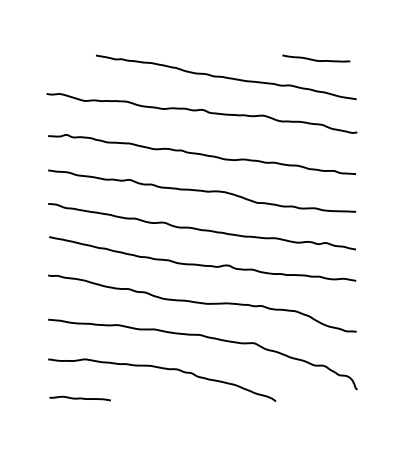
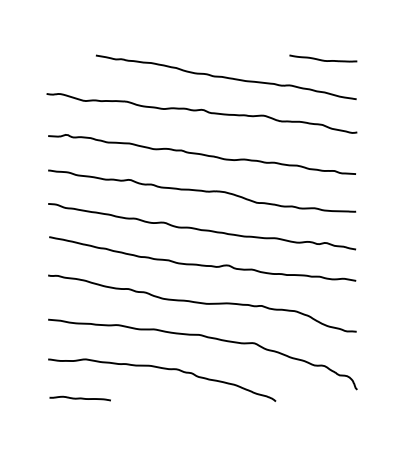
curve at (316, 59) position: (316, 59) -> (323, 59)
